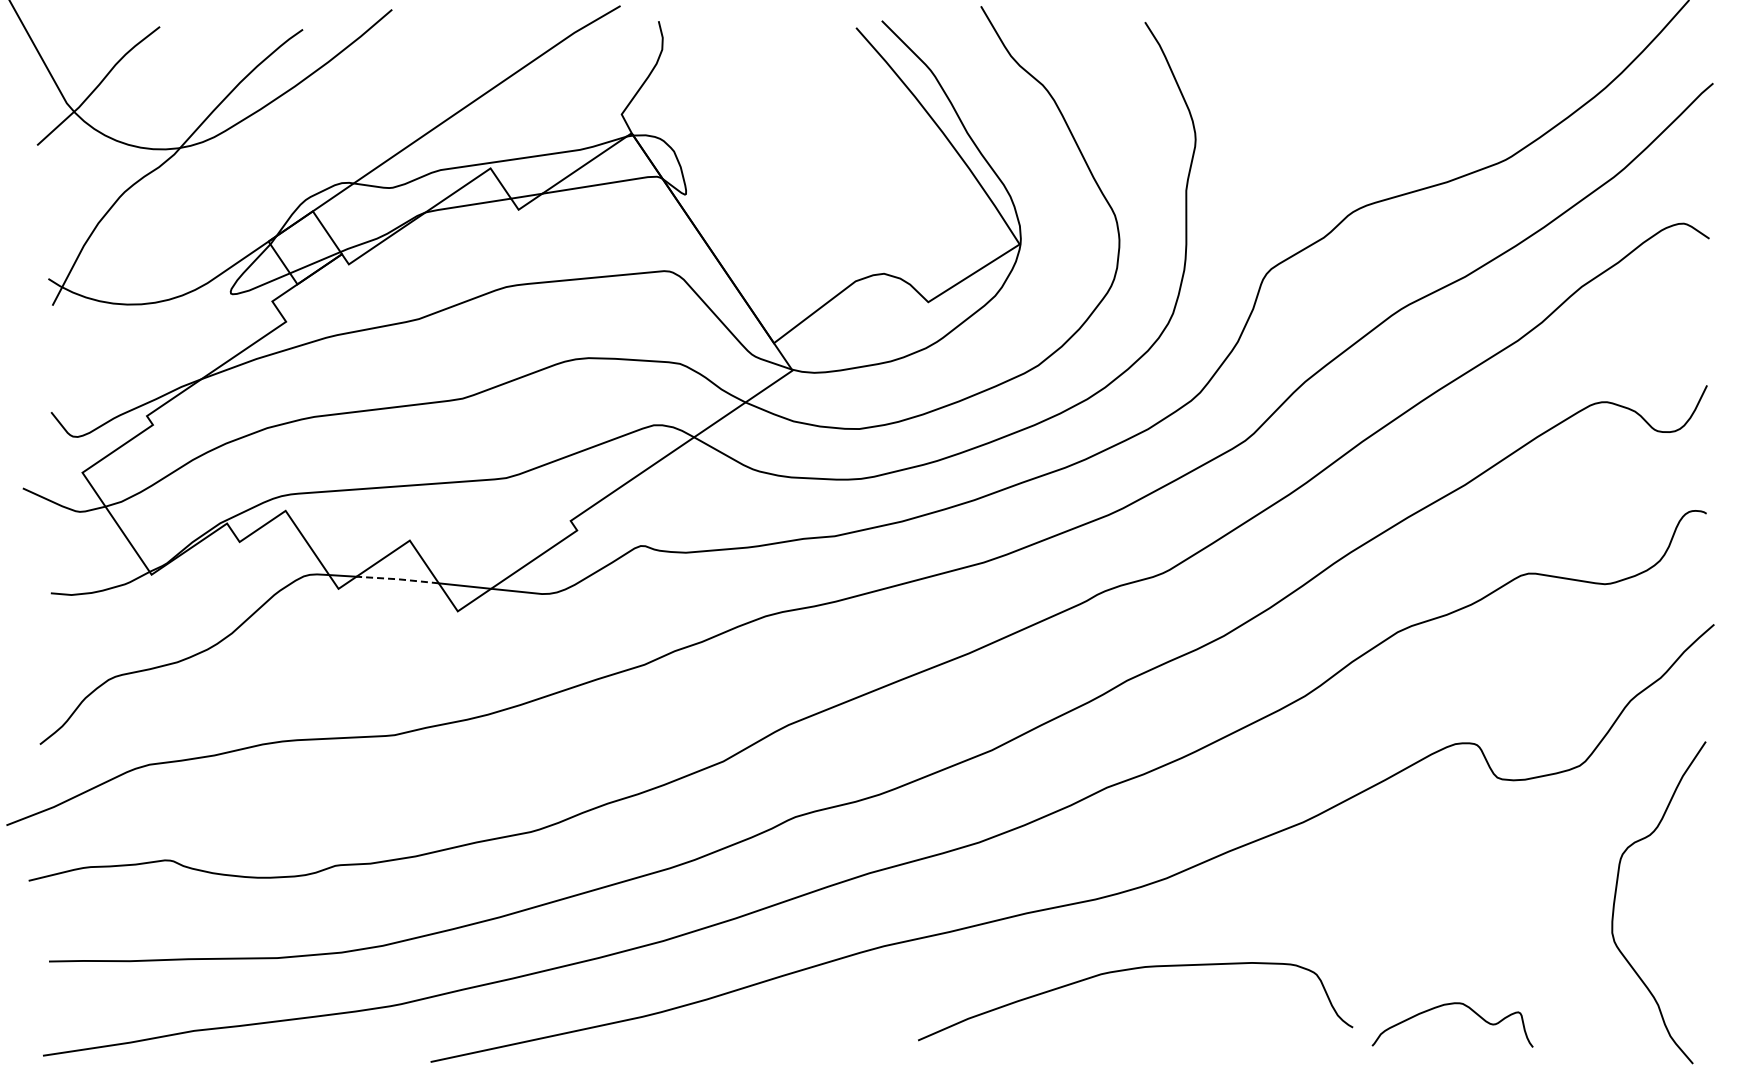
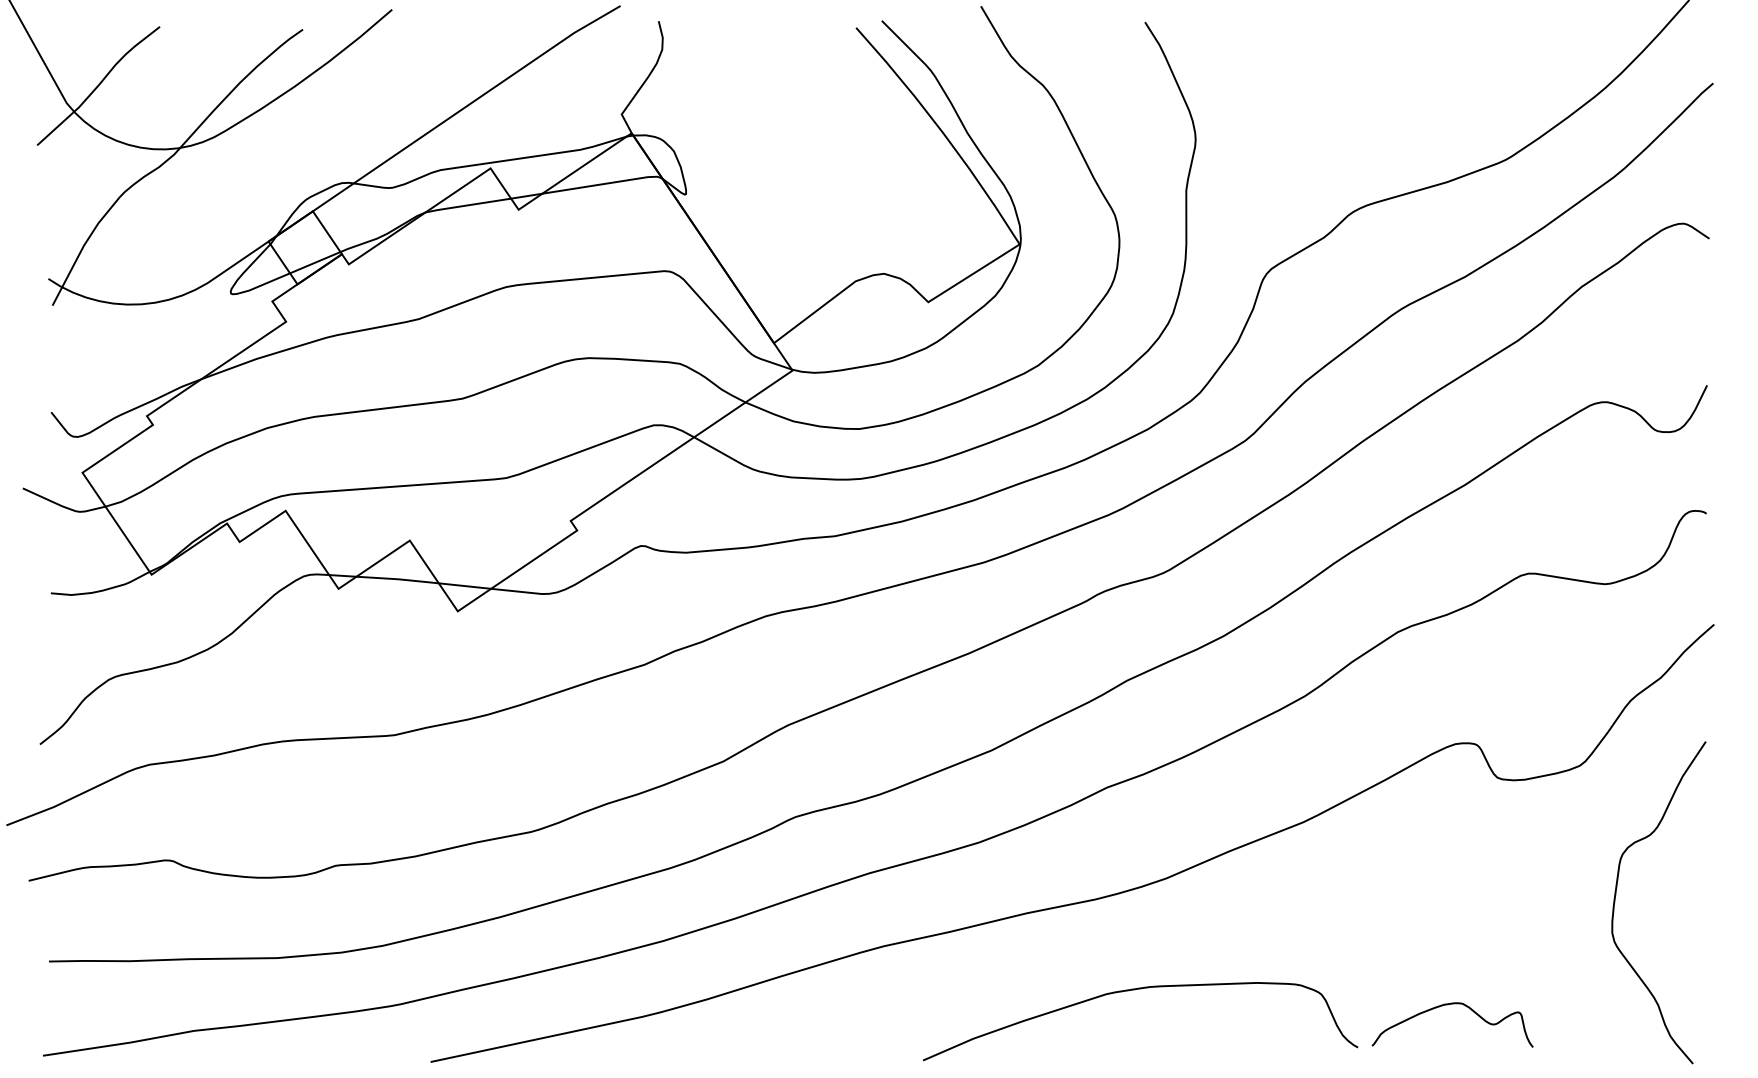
line at (397, 579): dashed -> solid
curve at (1130, 970) position: (1130, 970) -> (1135, 990)
